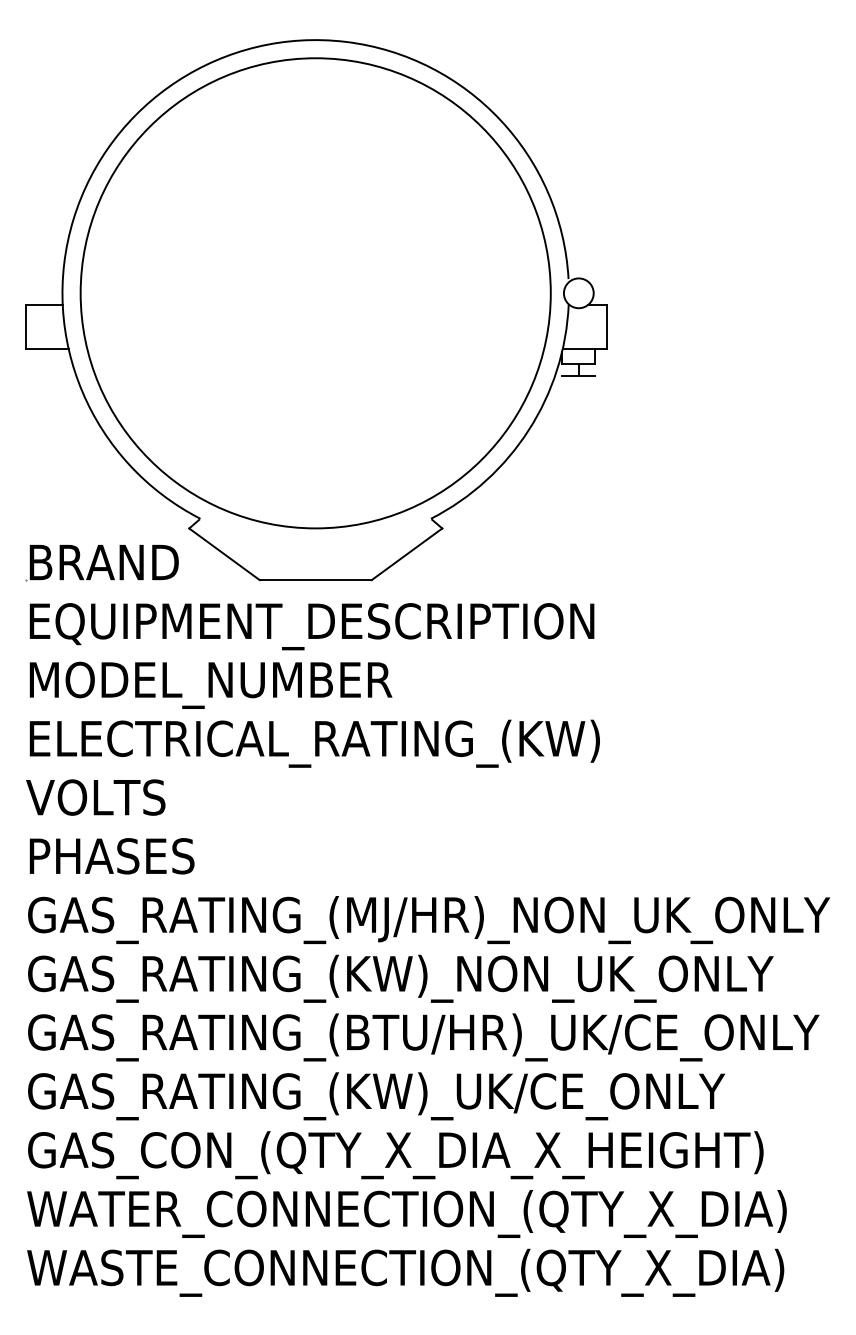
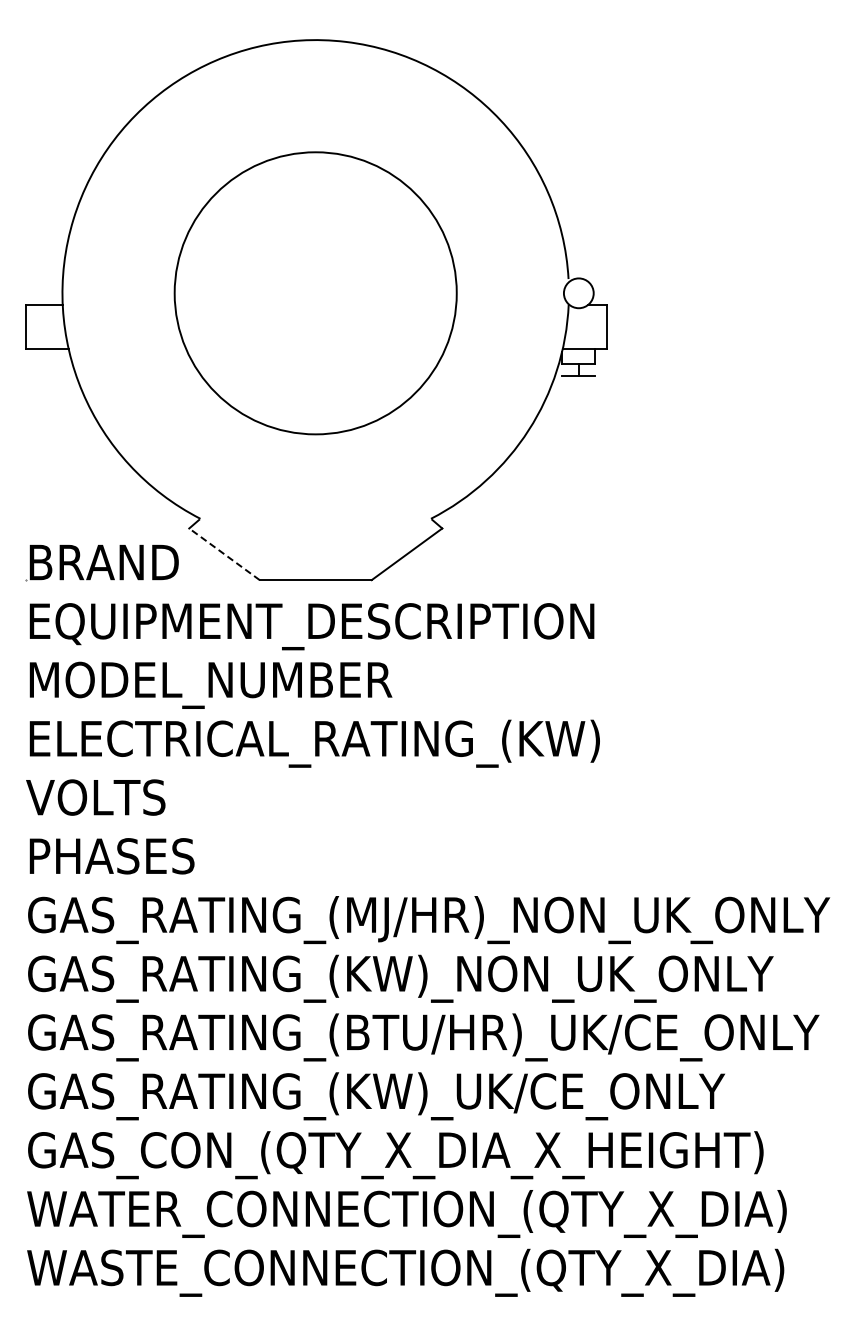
circle at (315, 293) diameter: 470 px -> 282 px
line at (224, 554): solid -> dashed
